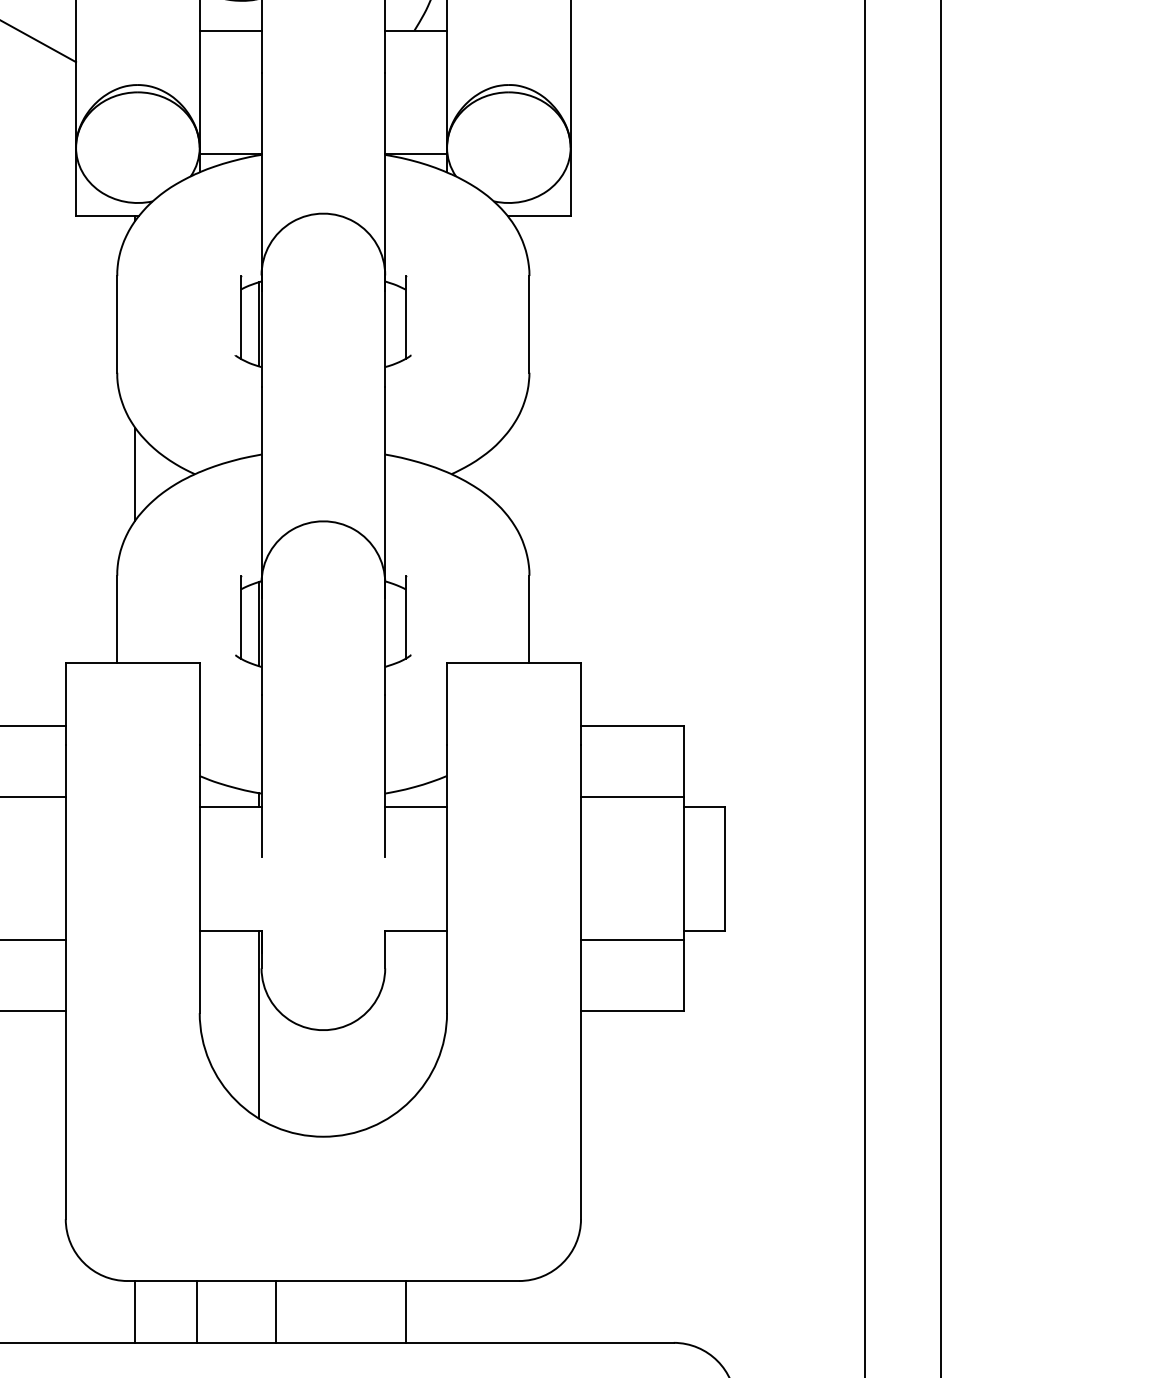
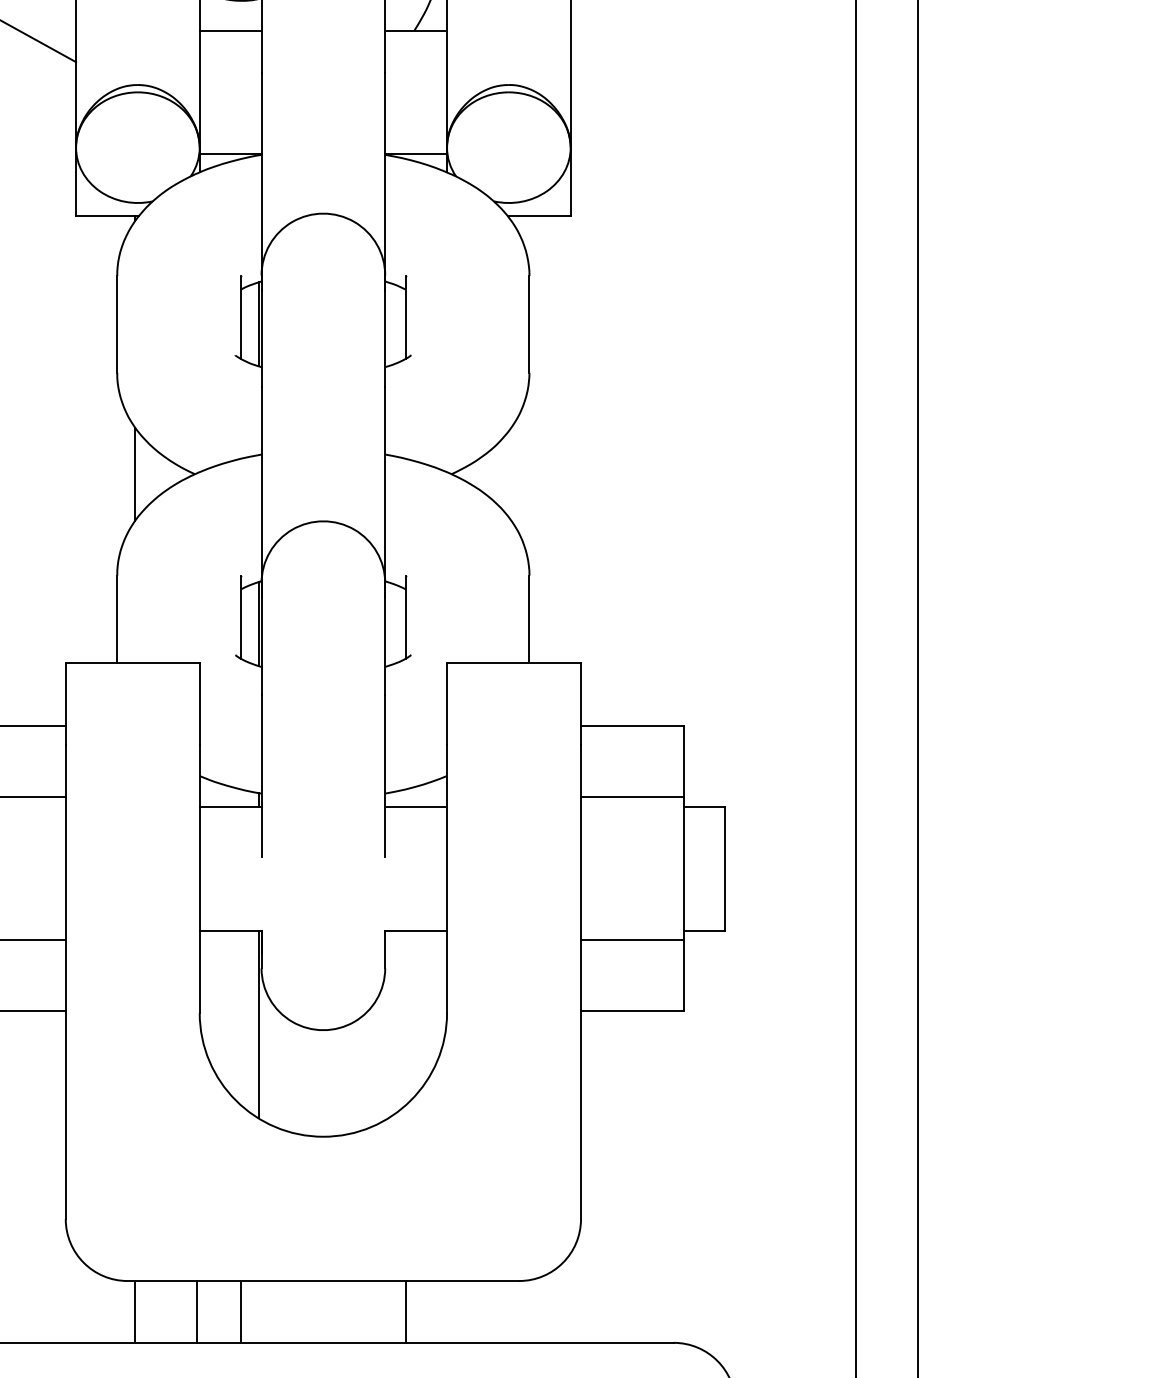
line at (865, 688) position: (865, 688) -> (856, 688)
line at (941, 688) position: (941, 688) -> (918, 688)
line at (275, 1311) position: (275, 1311) -> (240, 1311)
